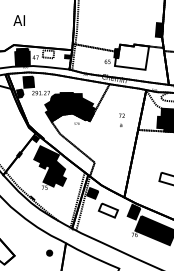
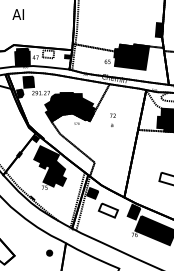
text at (18, 20) position: (18, 20) -> (17, 14)
fill at (131, 56): none -> present
text at (121, 119) position: (121, 119) -> (112, 119)
